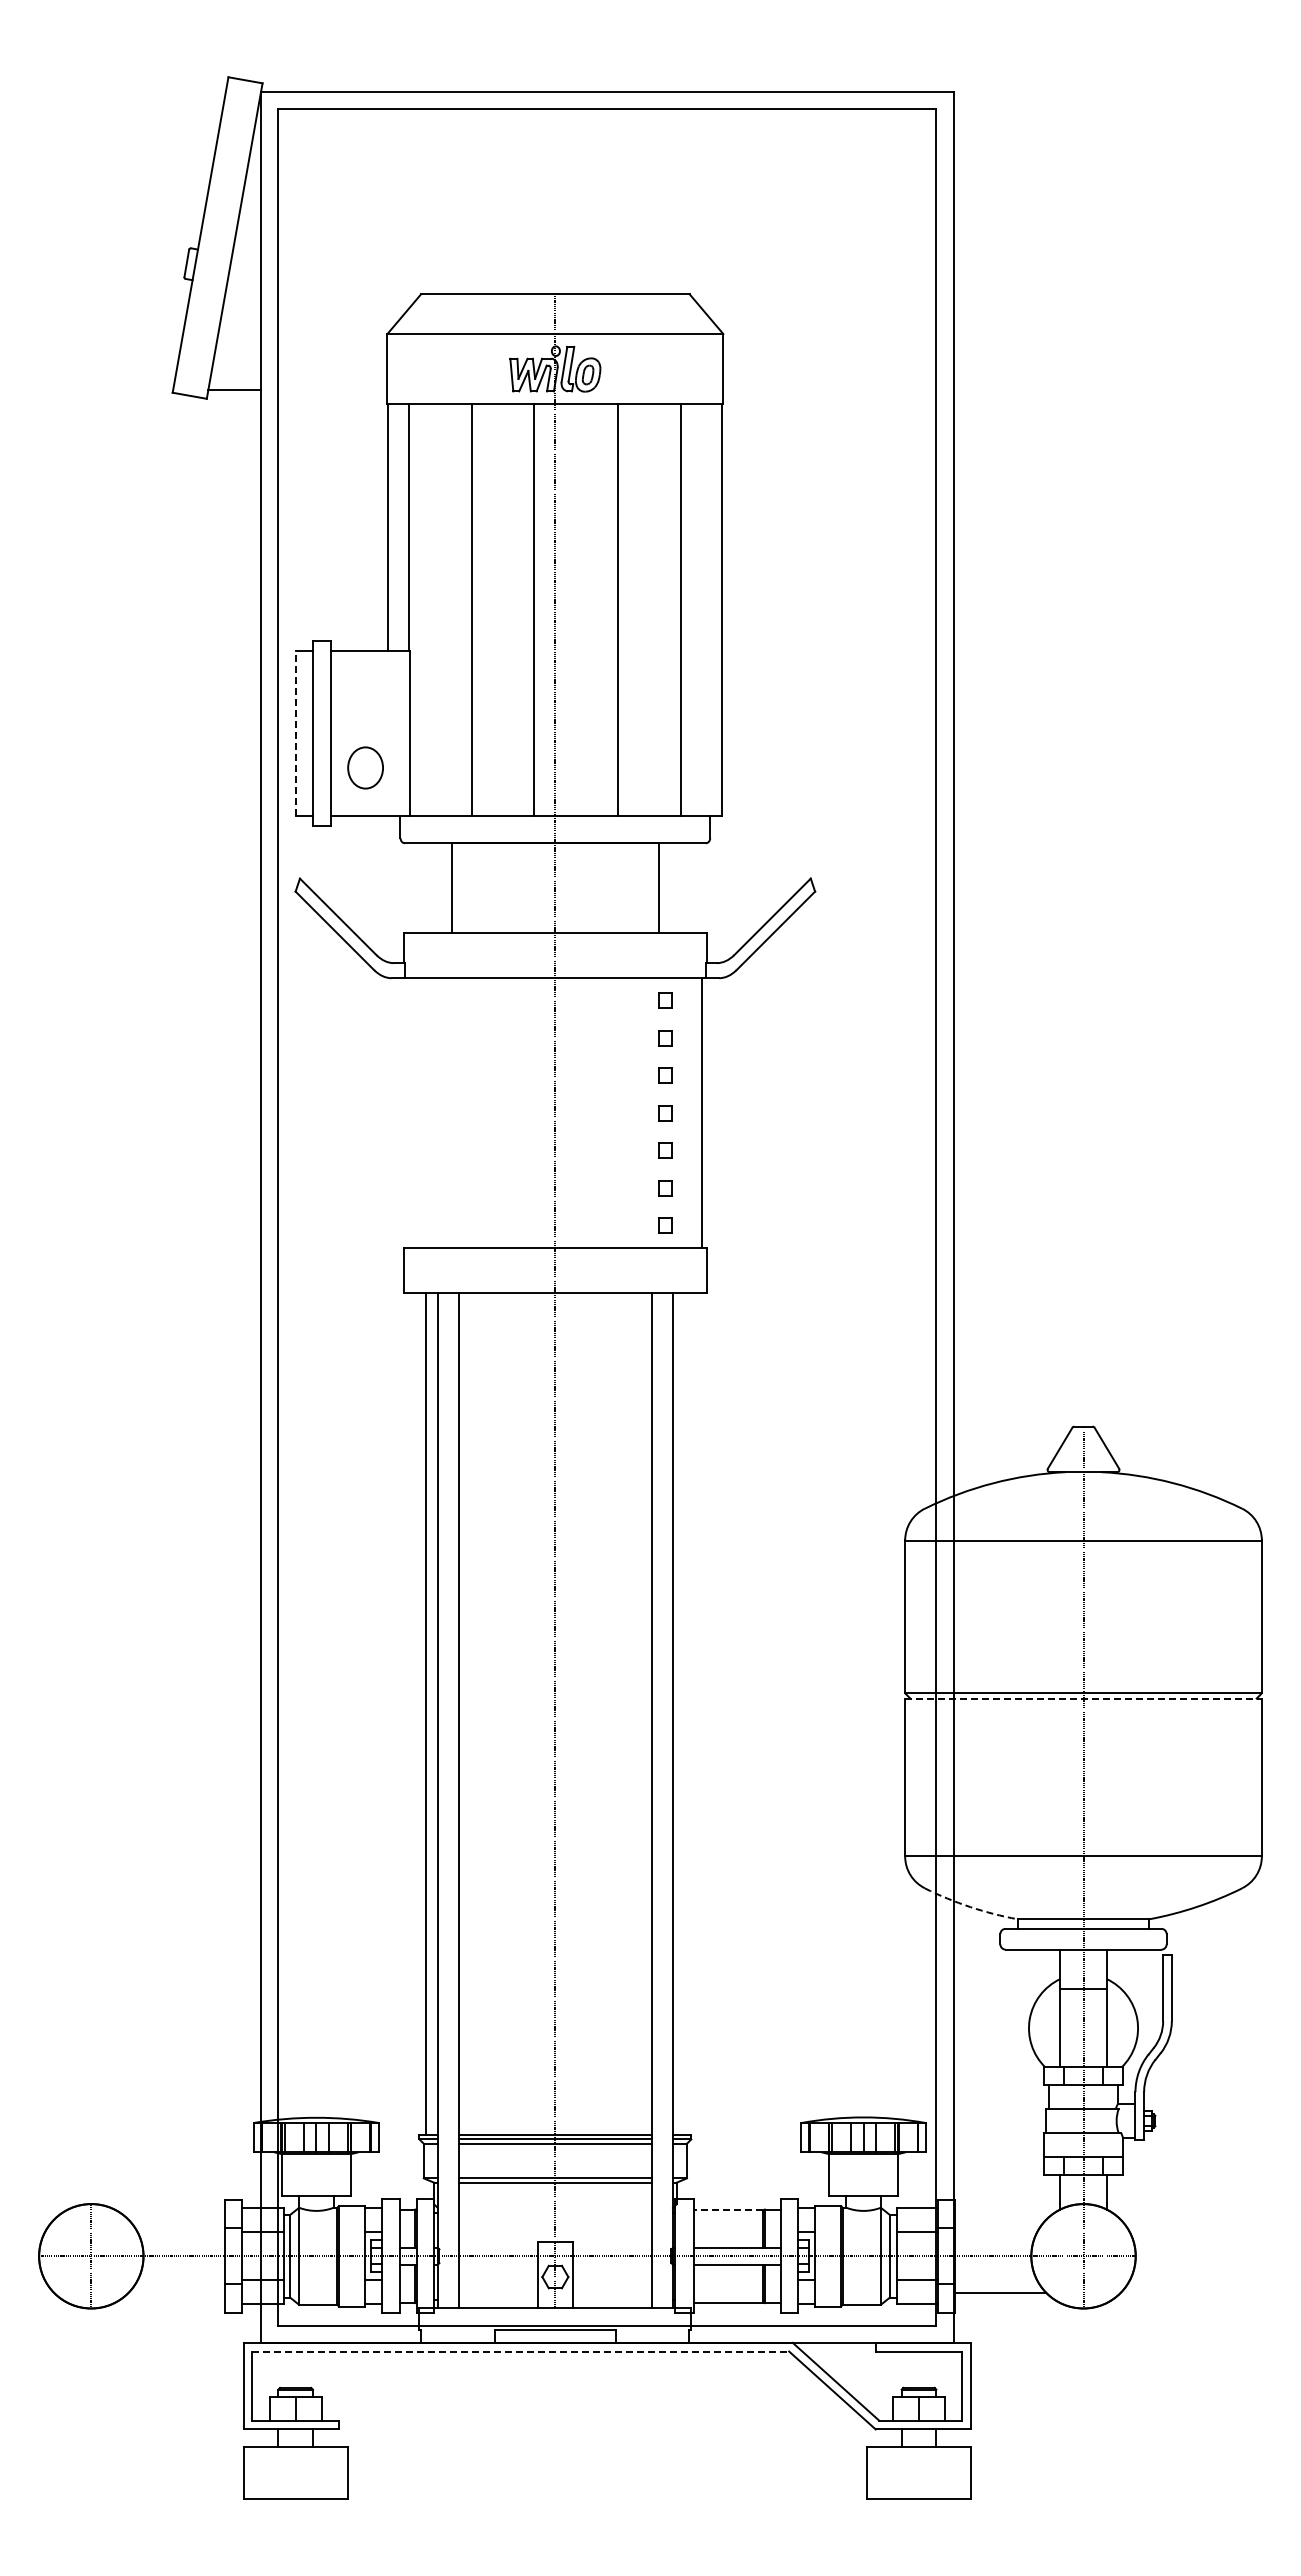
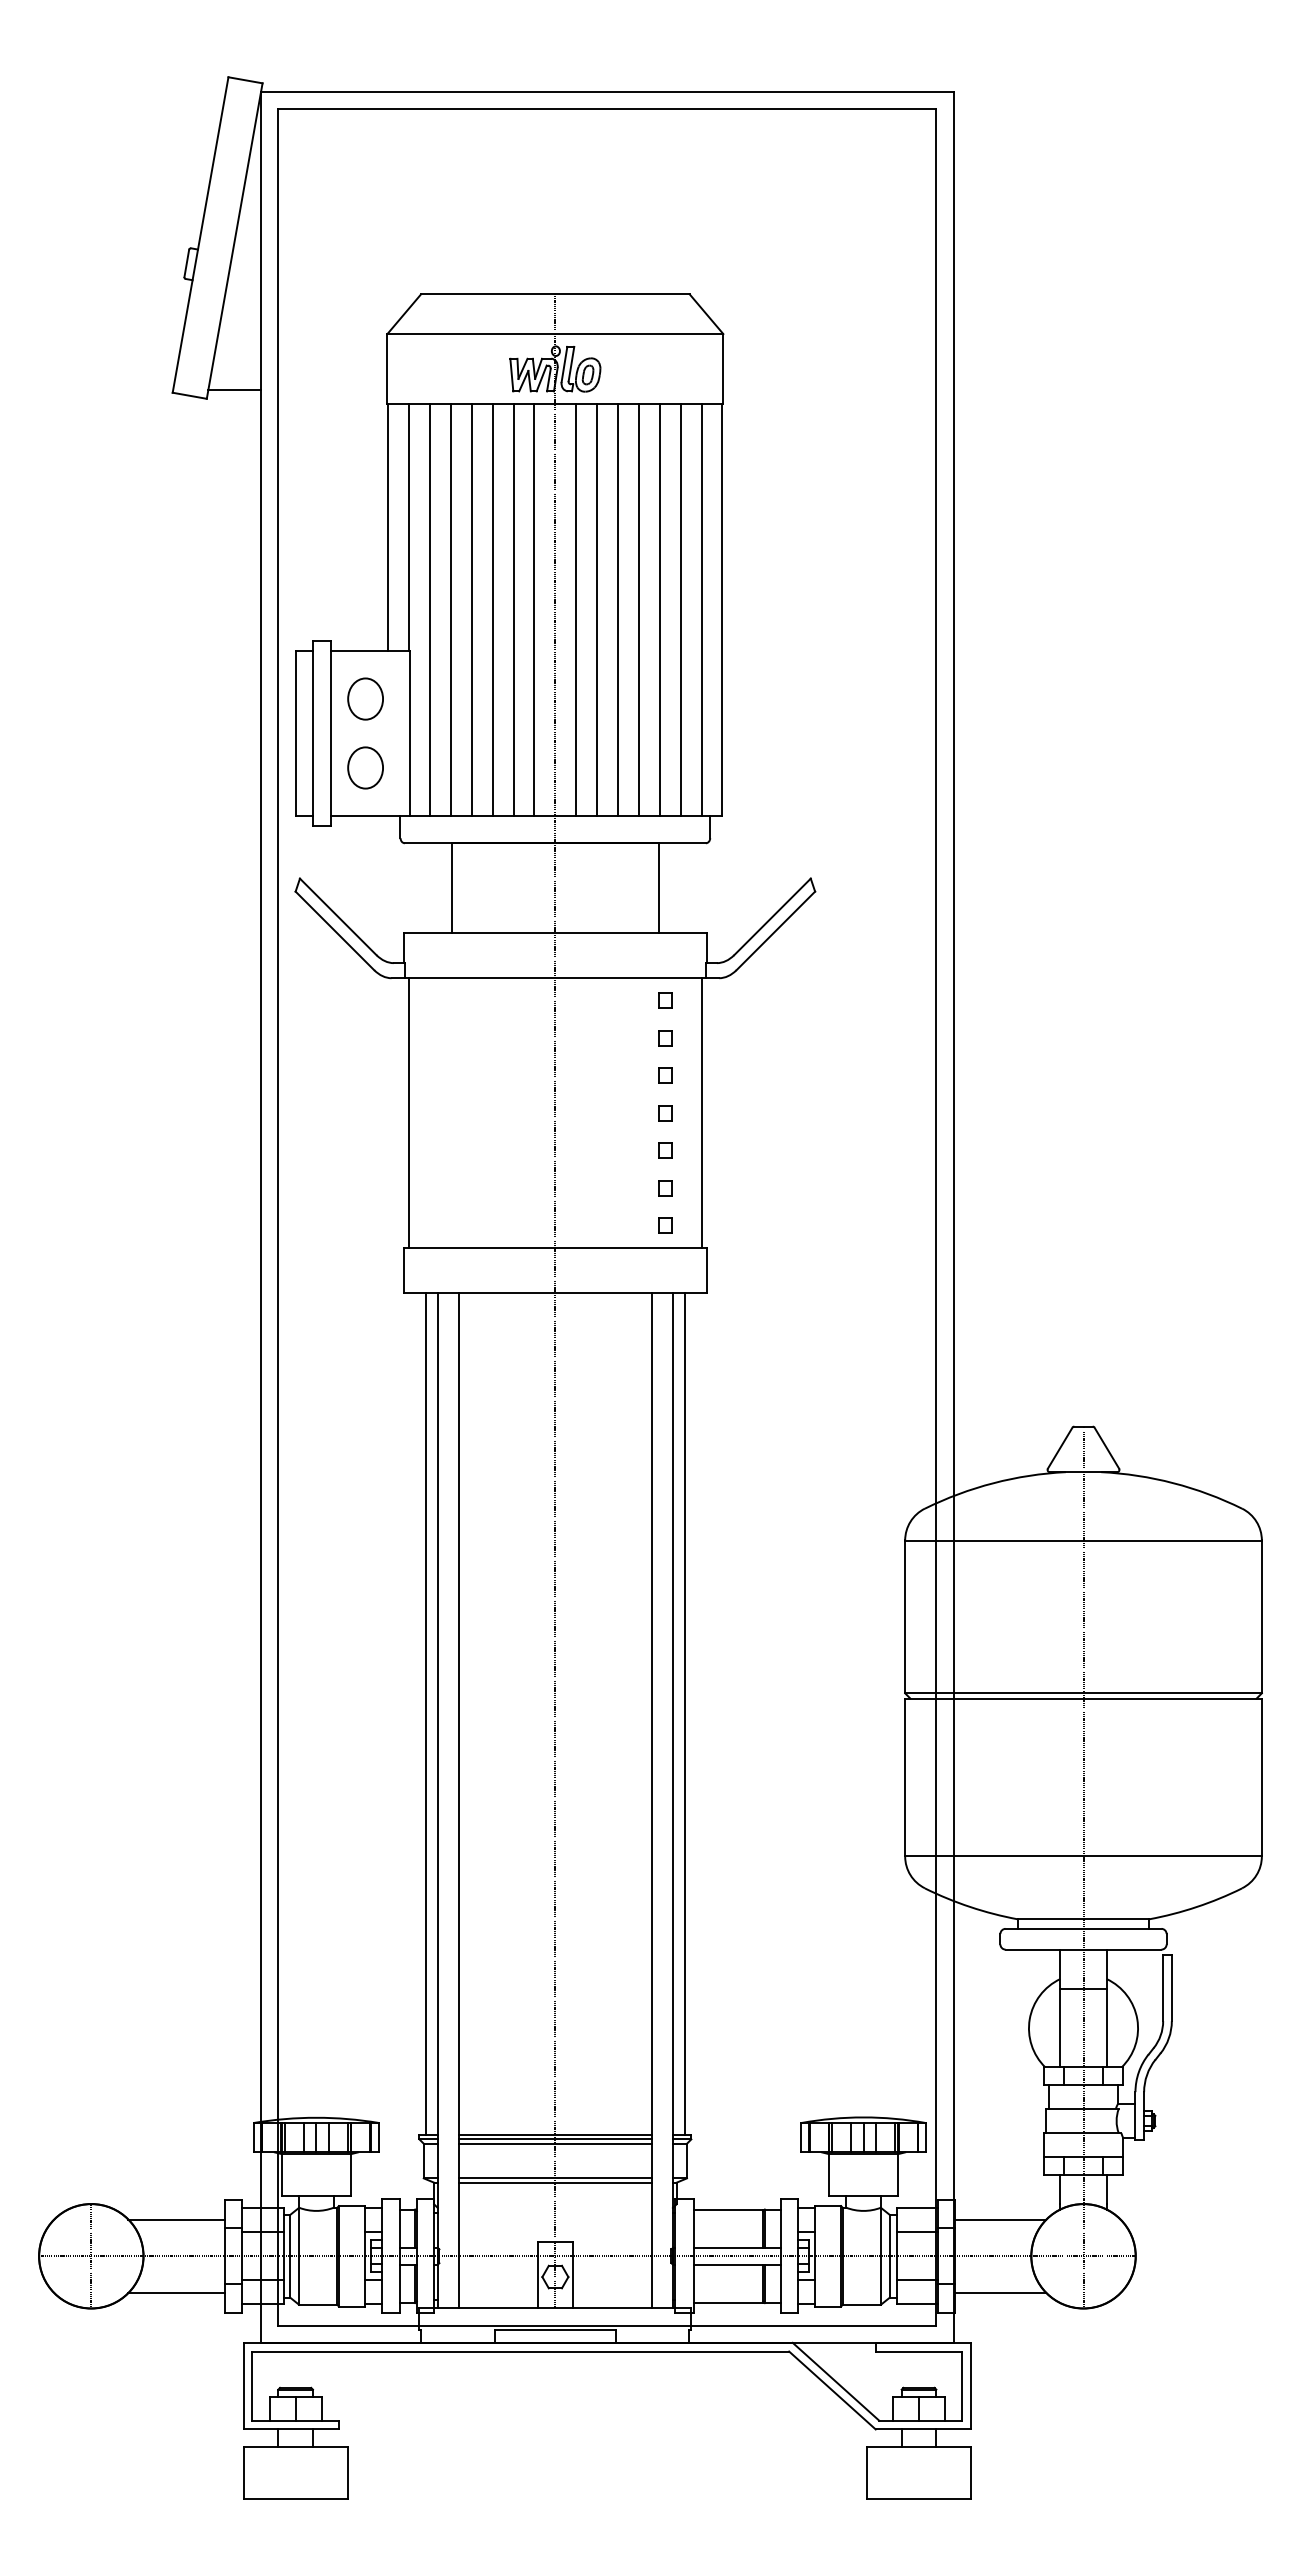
line at (430, 609): none -> present
line at (450, 609): none -> present
line at (492, 609): none -> present
line at (513, 609): none -> present
line at (576, 609): none -> present
line at (597, 609): none -> present
line at (638, 609): none -> present
line at (659, 609): none -> present
line at (701, 609): none -> present
part at (365, 698): none -> present
line at (296, 733): dashed -> solid
line at (409, 1113): none -> present
line at (1084, 1698): dashed -> solid
line at (685, 1714): none -> present
arc at (970, 1907): dashed -> solid
line at (728, 2209): dashed -> solid
line at (176, 2219): none -> present
line at (1000, 2219): none -> present
line at (176, 2293): none -> present
line at (521, 2351): dashed -> solid
